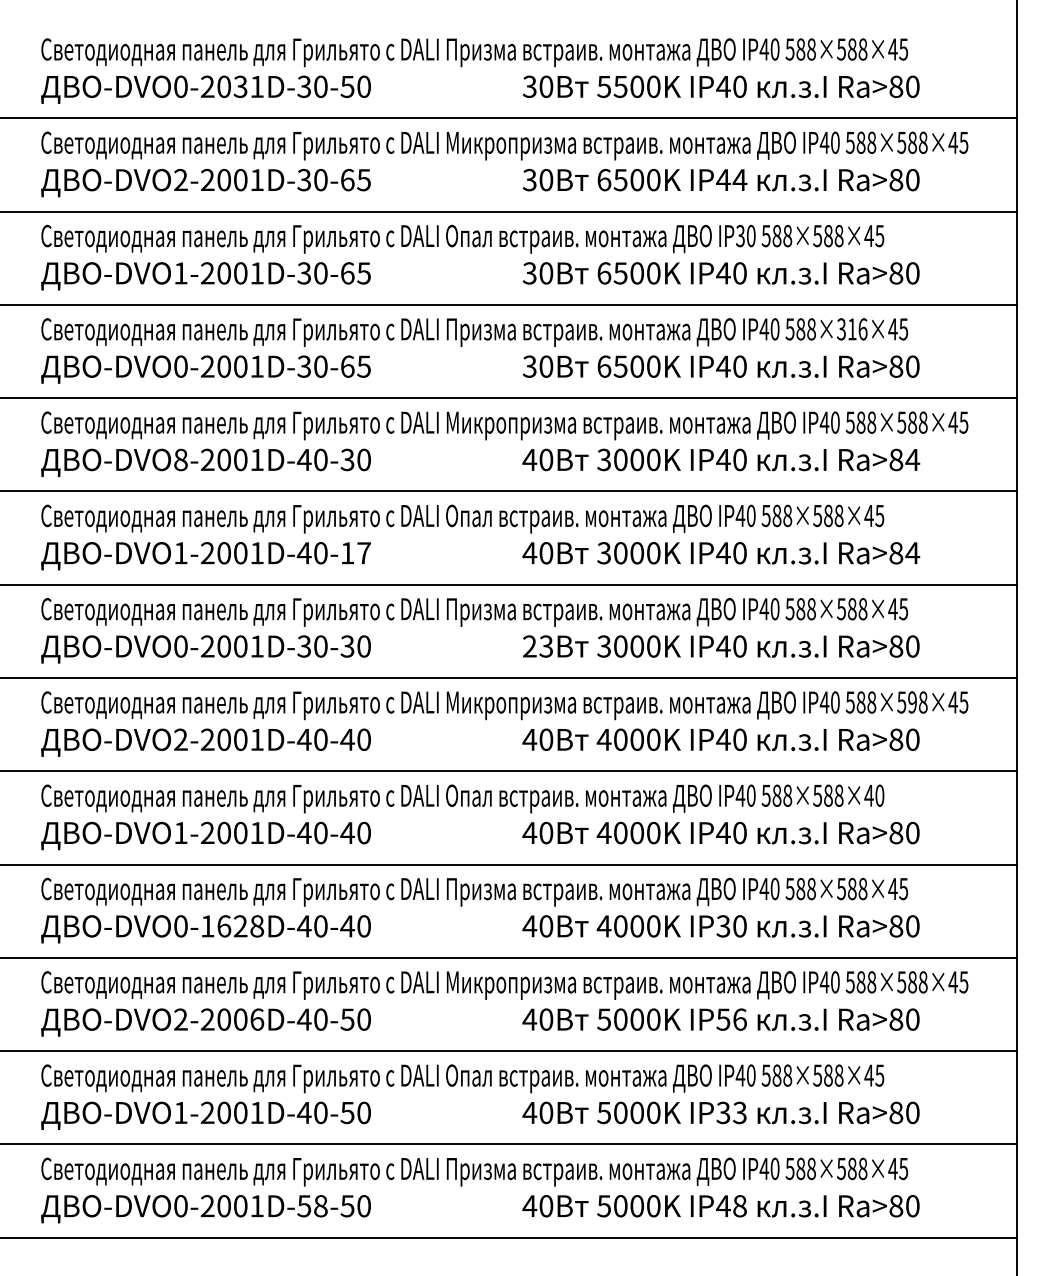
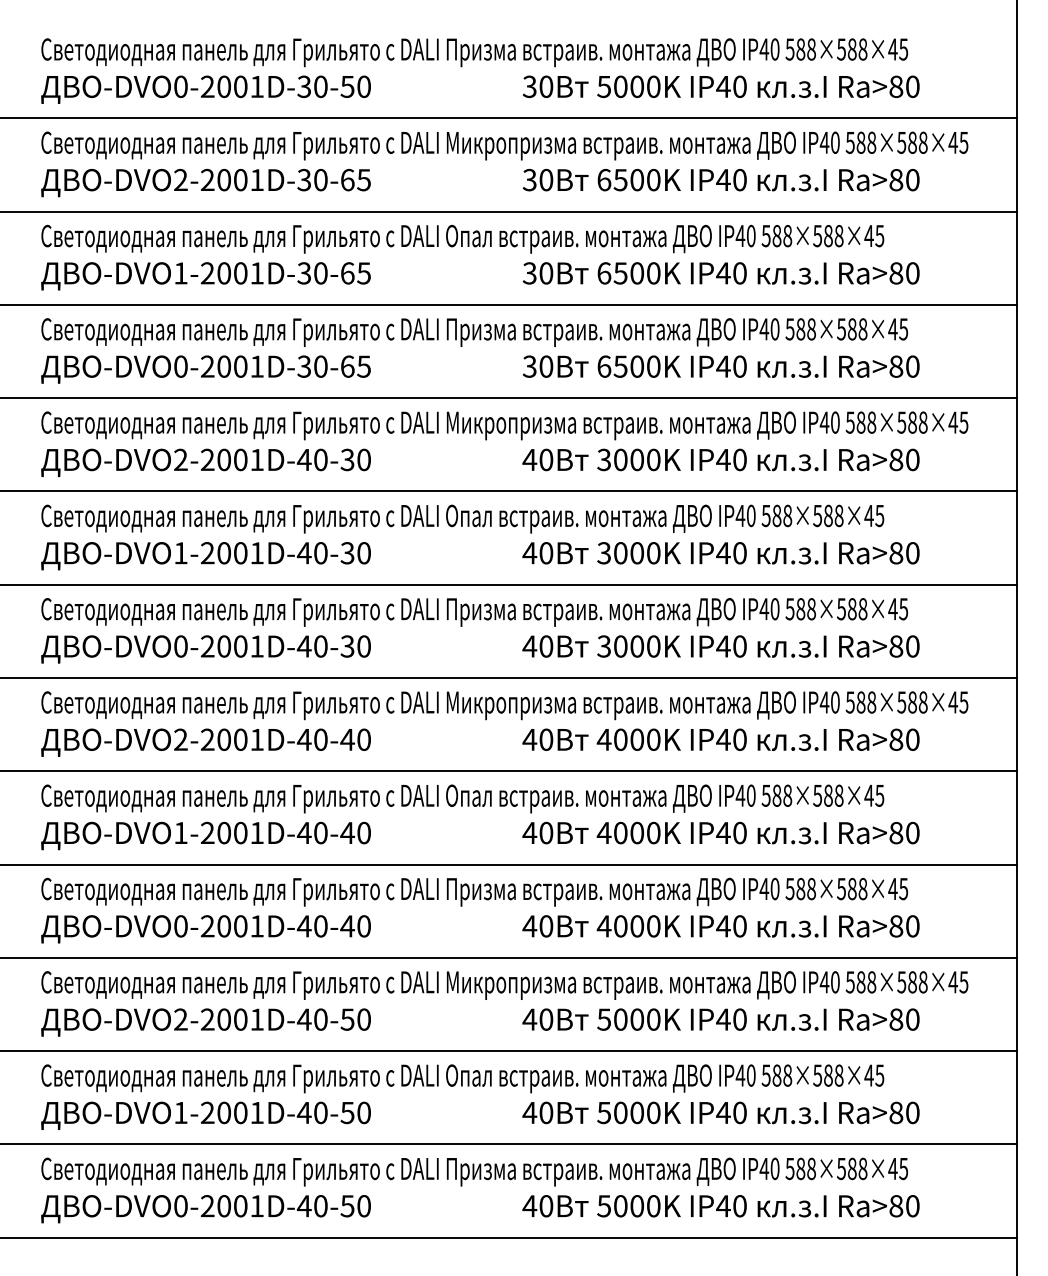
text at (240, 86): -DVO0-2031D-30-50 -> -DVO0-2001D-30-50
text at (620, 86): 5500K -> 5000K
text at (739, 179): IP44 -> IP40
text at (740, 235): IP30 -> IP40
text at (852, 329): 588×316×45 -> 588×588×45
text at (180, 459): -DVO8-2001D-40-30 -> -DVO2-2001D-40-30
text at (912, 459): Ra>84 -> Ra>80
text at (355, 553): -DVO1-2001D-40-17 -> -DVO1-2001D-40-30
text at (912, 553): Ra>84 -> Ra>80
text at (303, 646): -DVO0-2001D-30-30 -> -DVO0-2001D-40-30
text at (537, 646): 23 -> 40
text at (912, 702): 588×598×45 -> 588×588×45
text at (879, 795): 588×588×40 -> 588×588×45
text at (232, 926): -DVO0-1628D-40-40 -> -DVO0-2001D-40-40
text at (723, 926): IP30 -> IP40
text at (257, 1019): -DVO2-2006D-40-50 -> -DVO2-2001D-40-50
text at (731, 1019): IP56 -> IP40
text at (731, 1112): IP33 -> IP40
text at (311, 1206): -DVO0-2001D-58-50 -> -DVO0-2001D-40-50
text at (739, 1206): IP48 -> IP40
